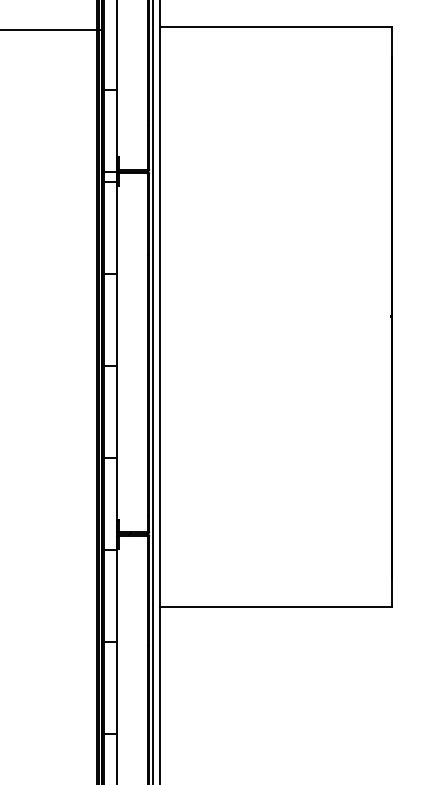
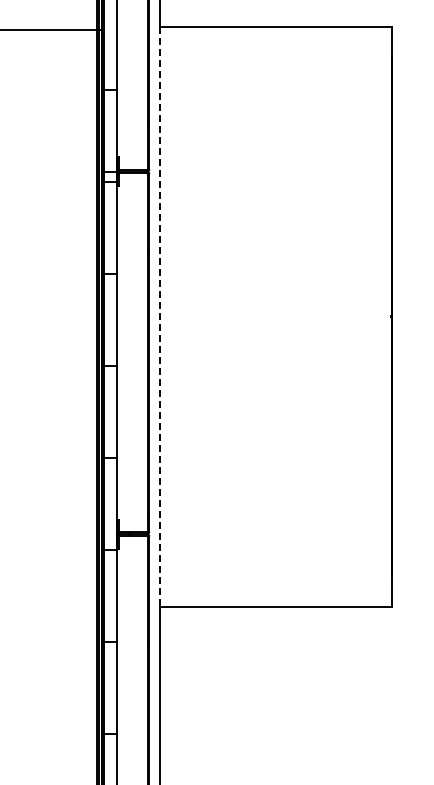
line at (160, 316): solid -> dashed
line at (153, 391): present -> none
